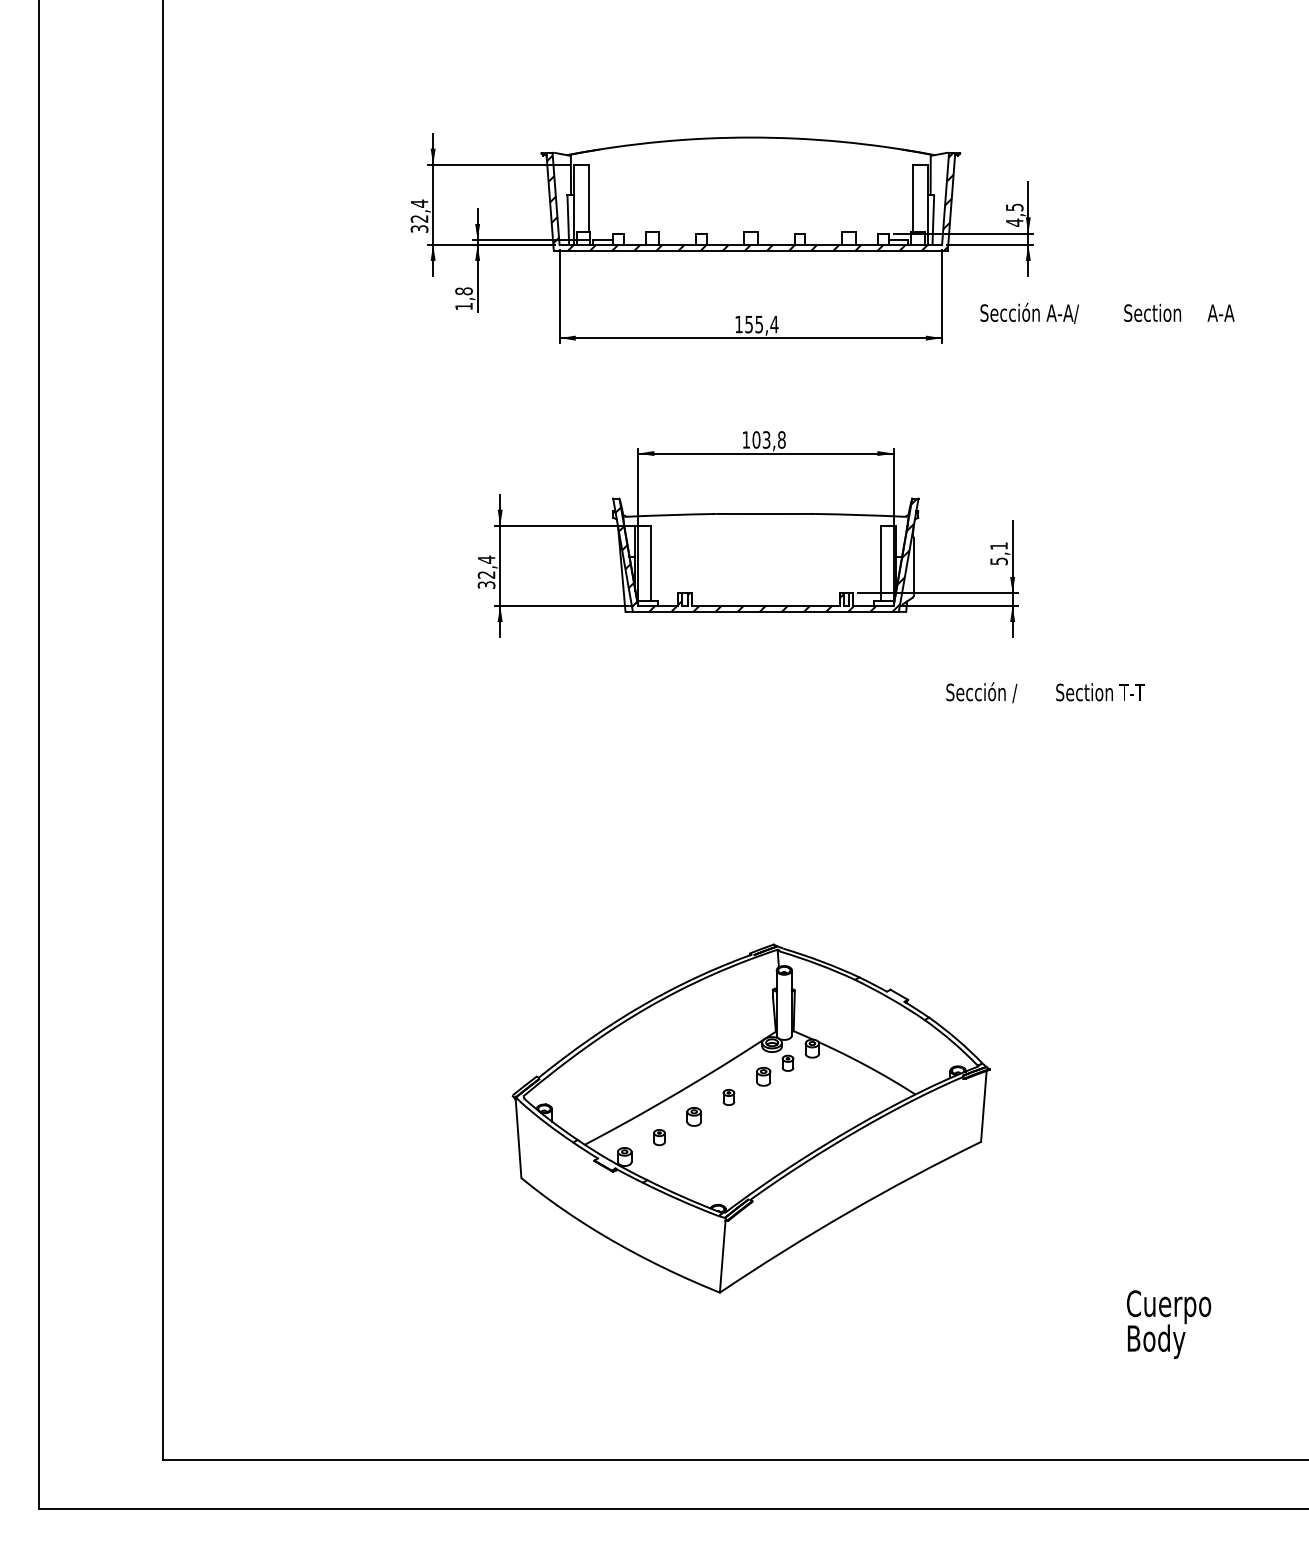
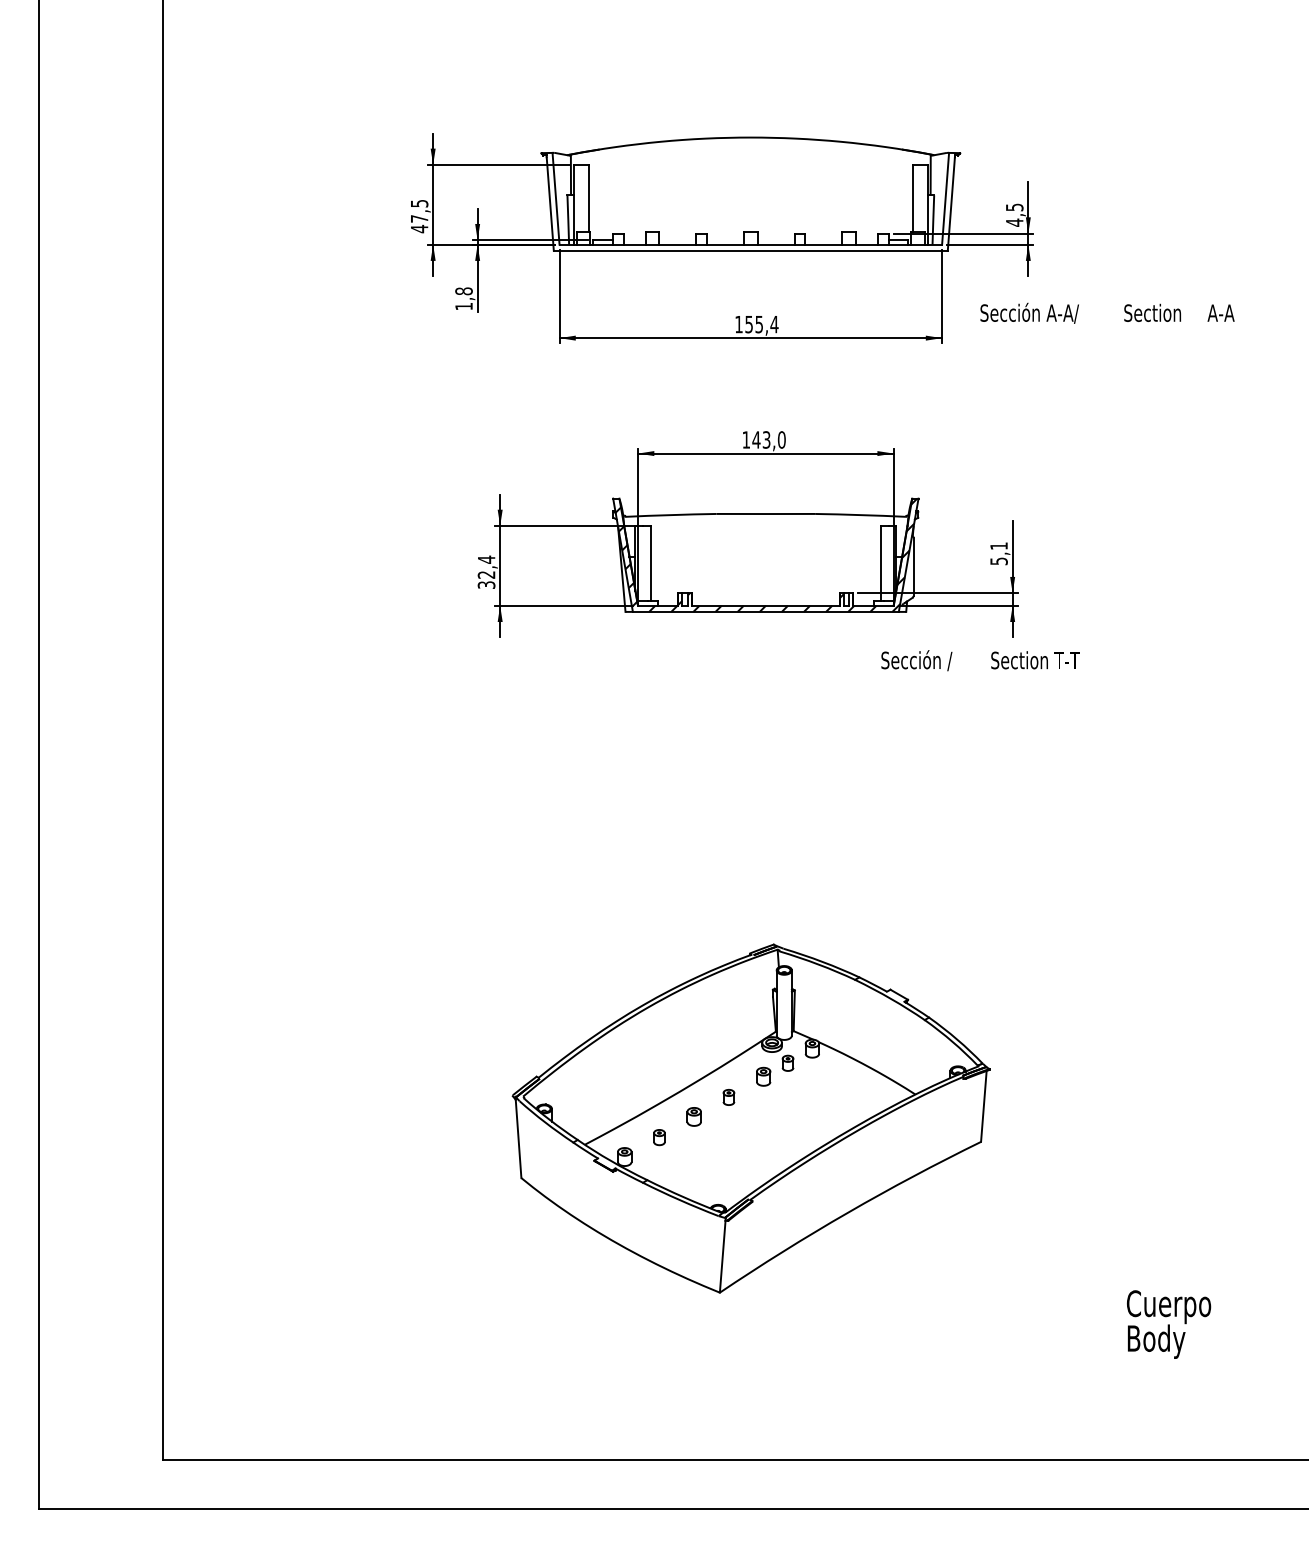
hatch at (750, 201): present -> none
text at (419, 216): 32,4 -> 47,5
text at (768, 439): 103,8 -> 143,0
text at (1045, 692) position: (1045, 692) -> (980, 660)
